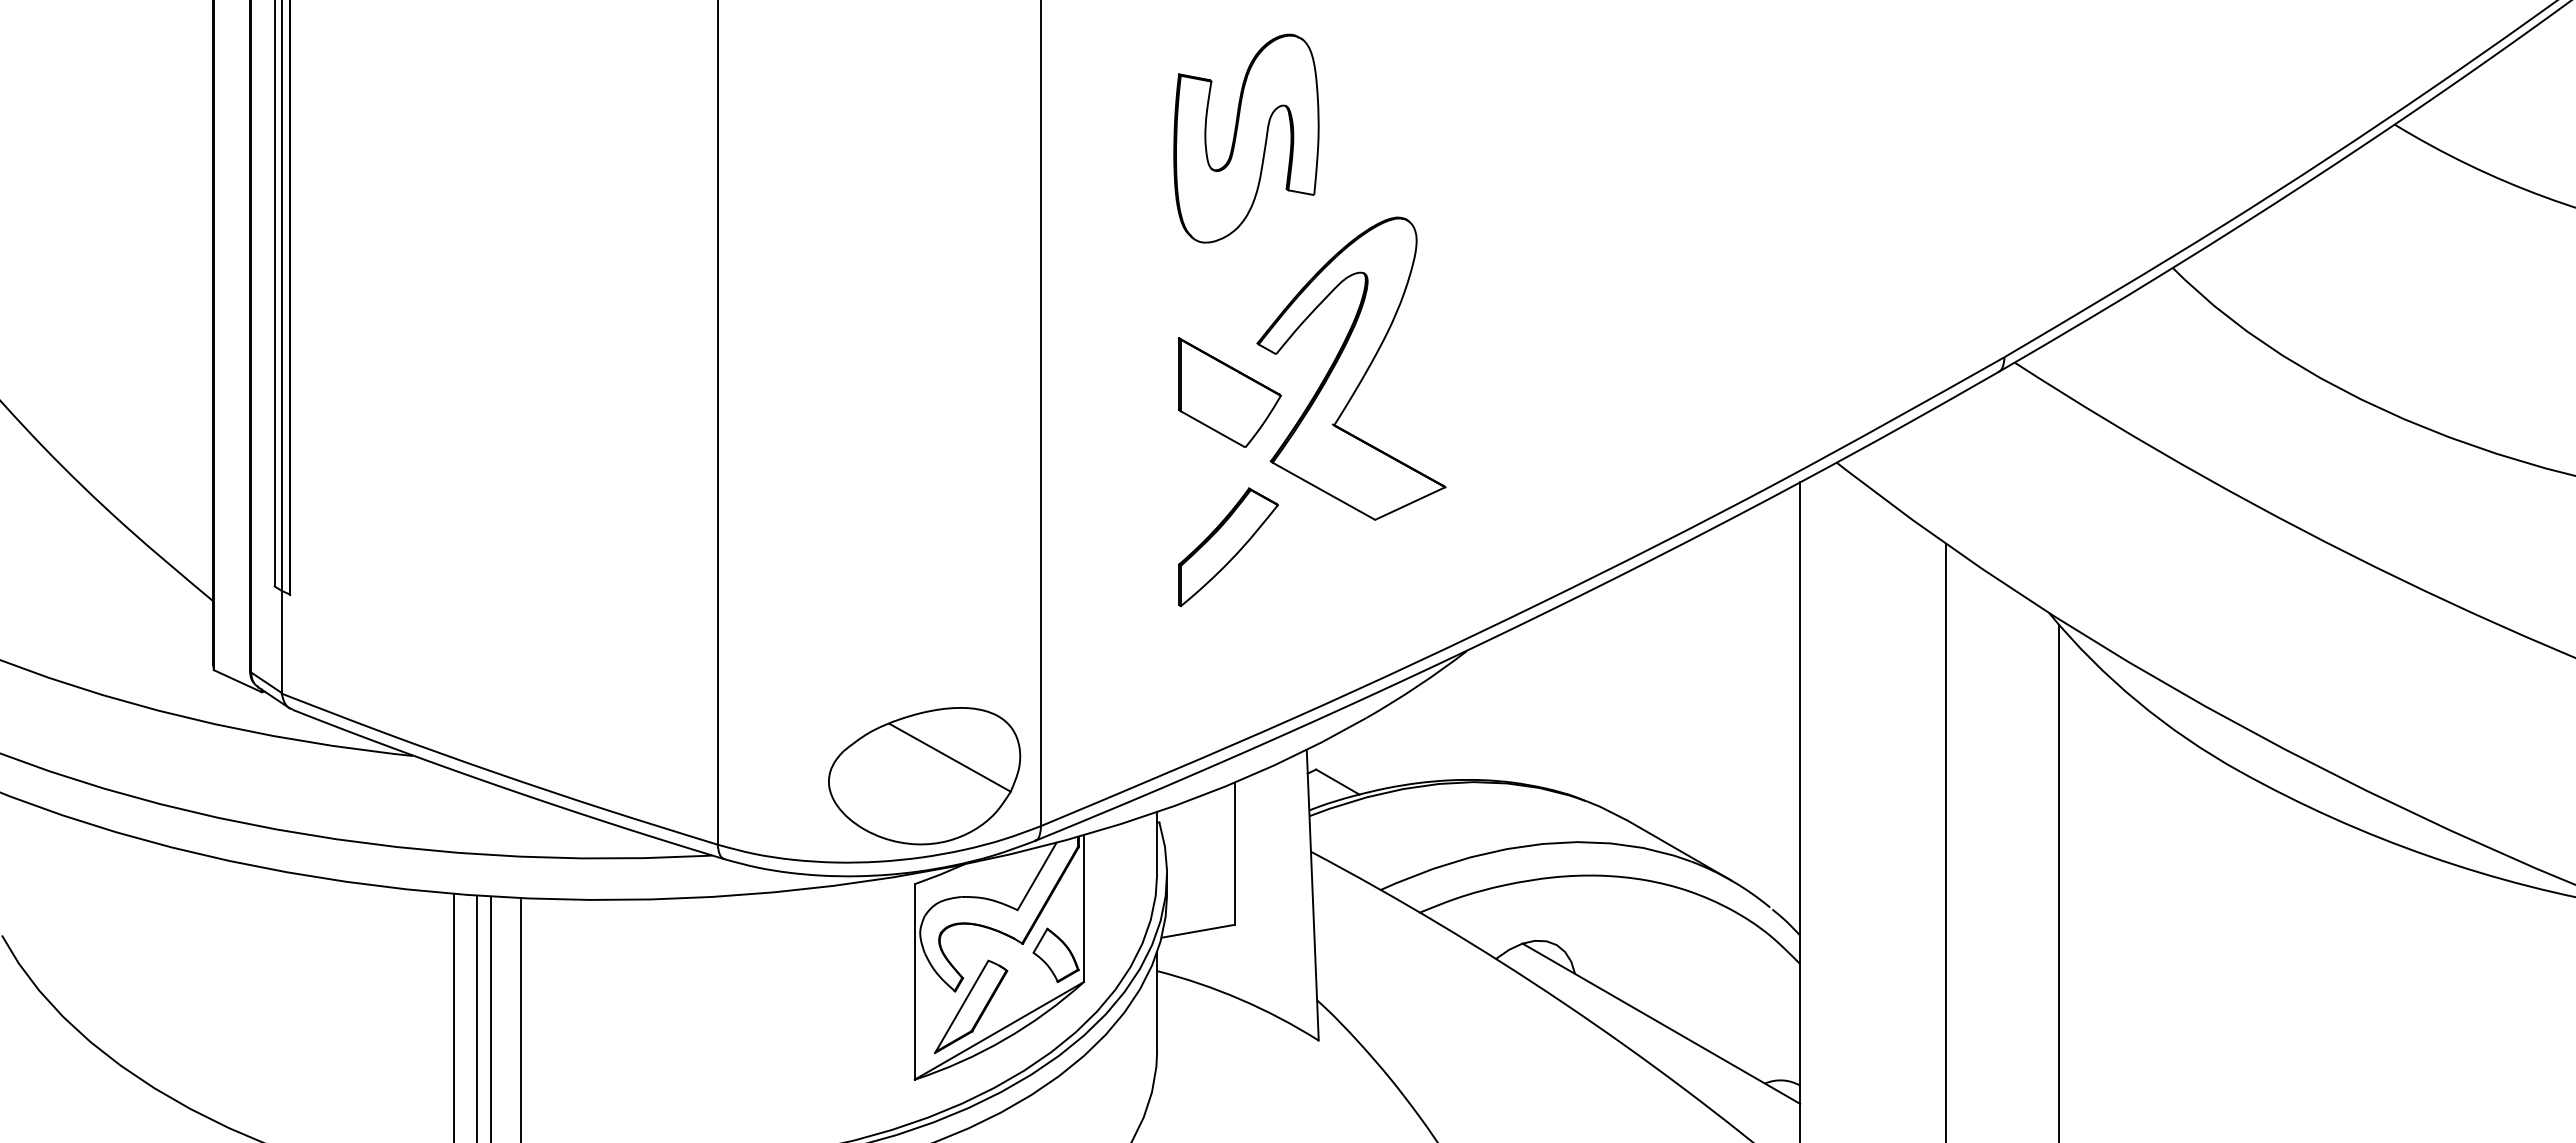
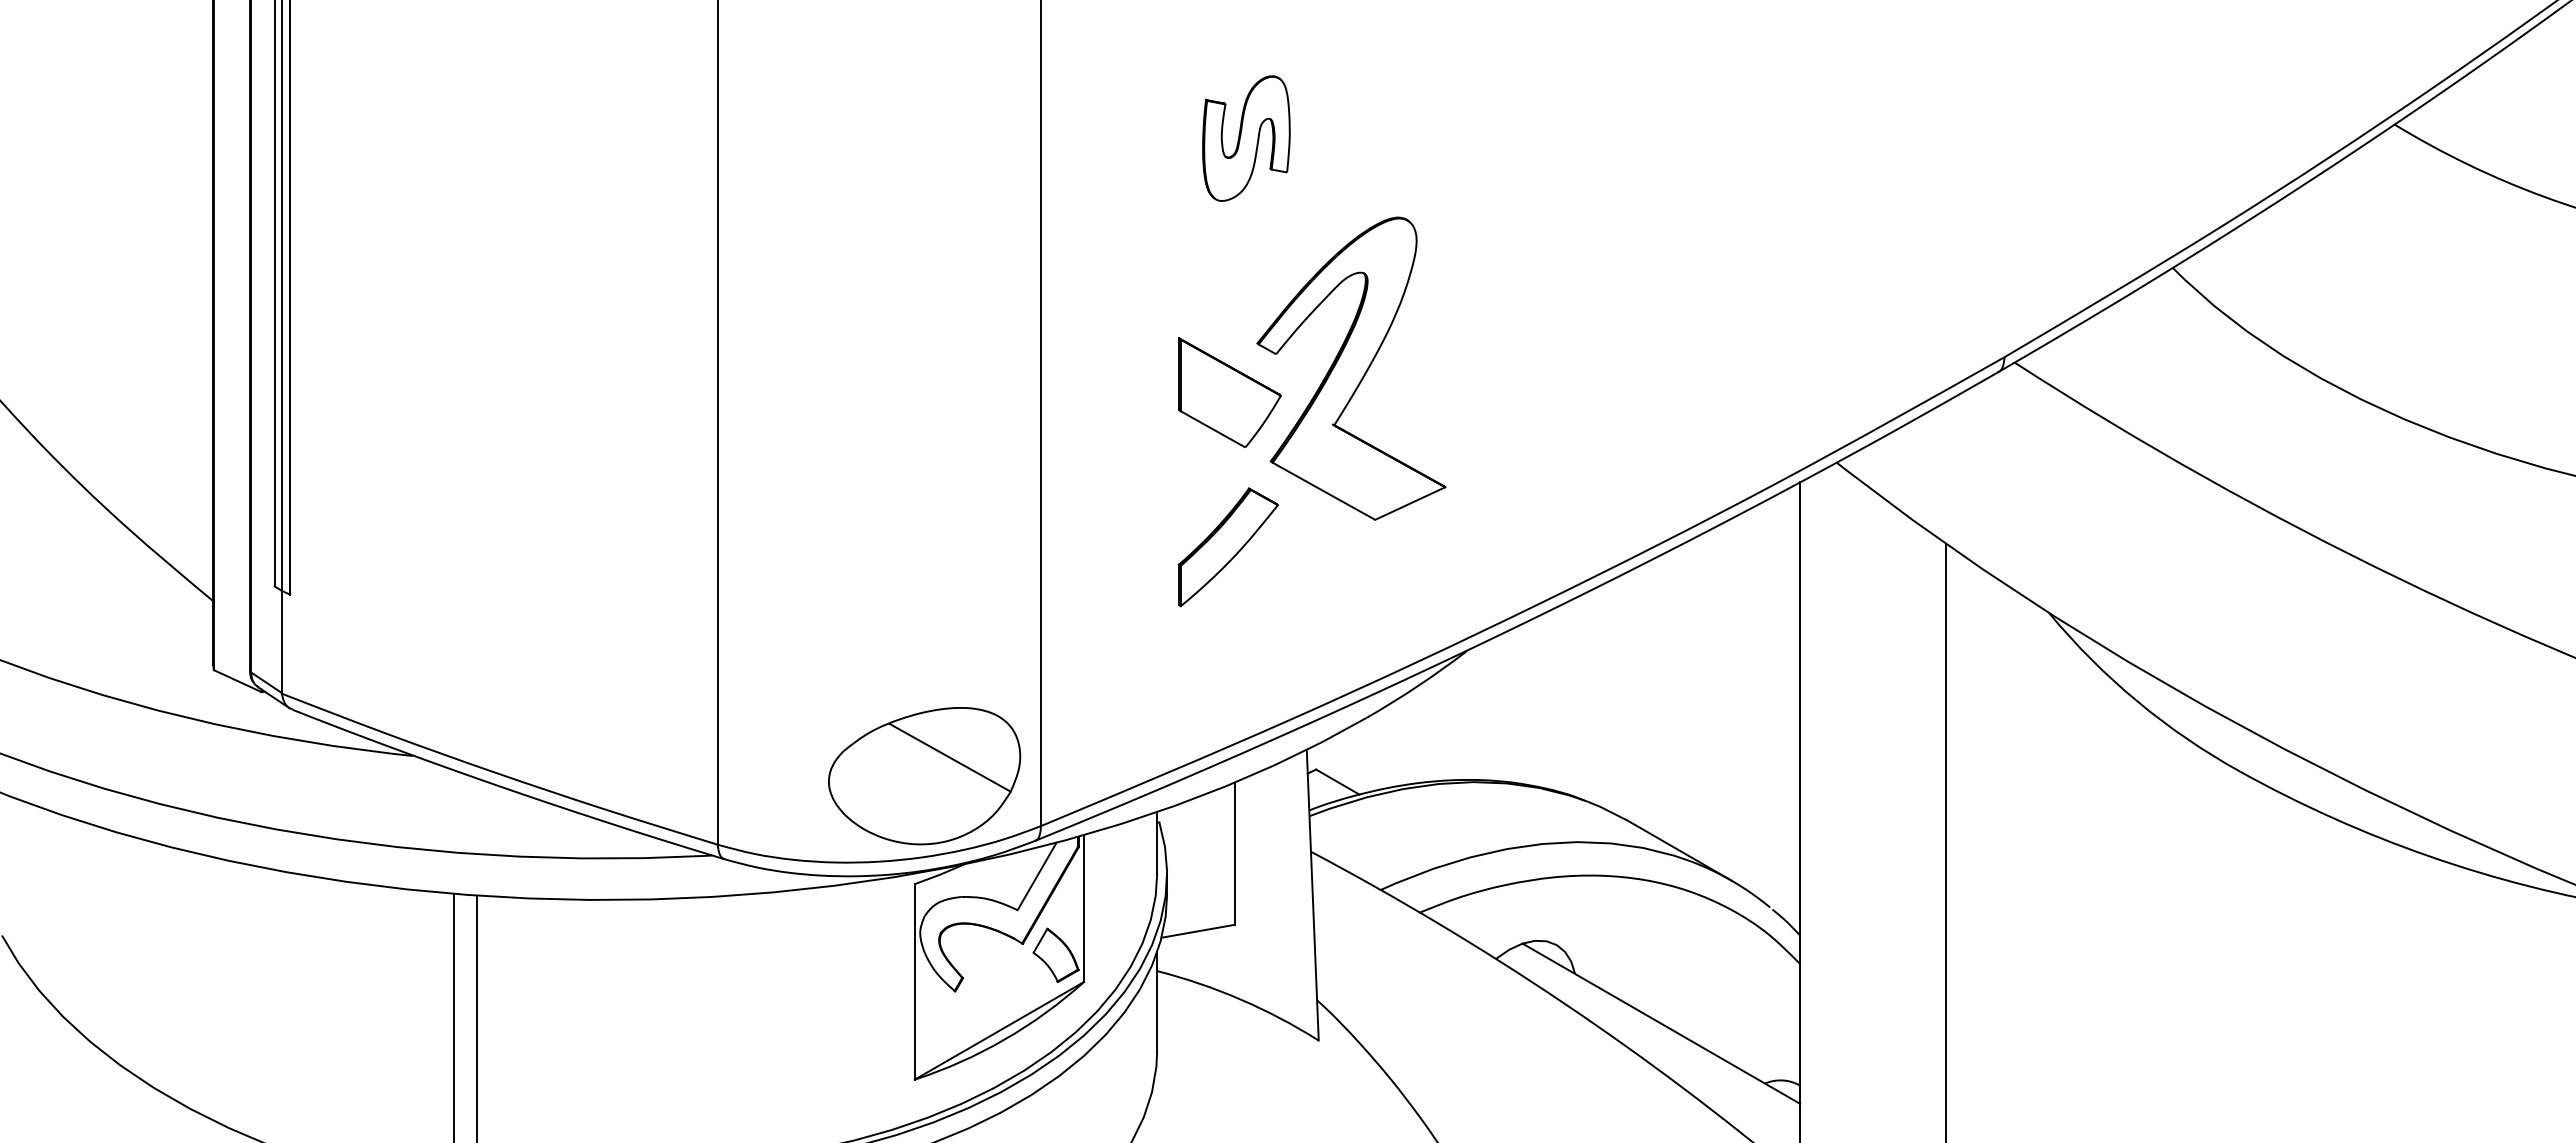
part at (1246, 138) size: 147x211 px -> 89x127 px
line at (2059, 882): present -> none
part at (971, 1006): present -> none
line at (491, 1017): present -> none
line at (520, 1018): present -> none
